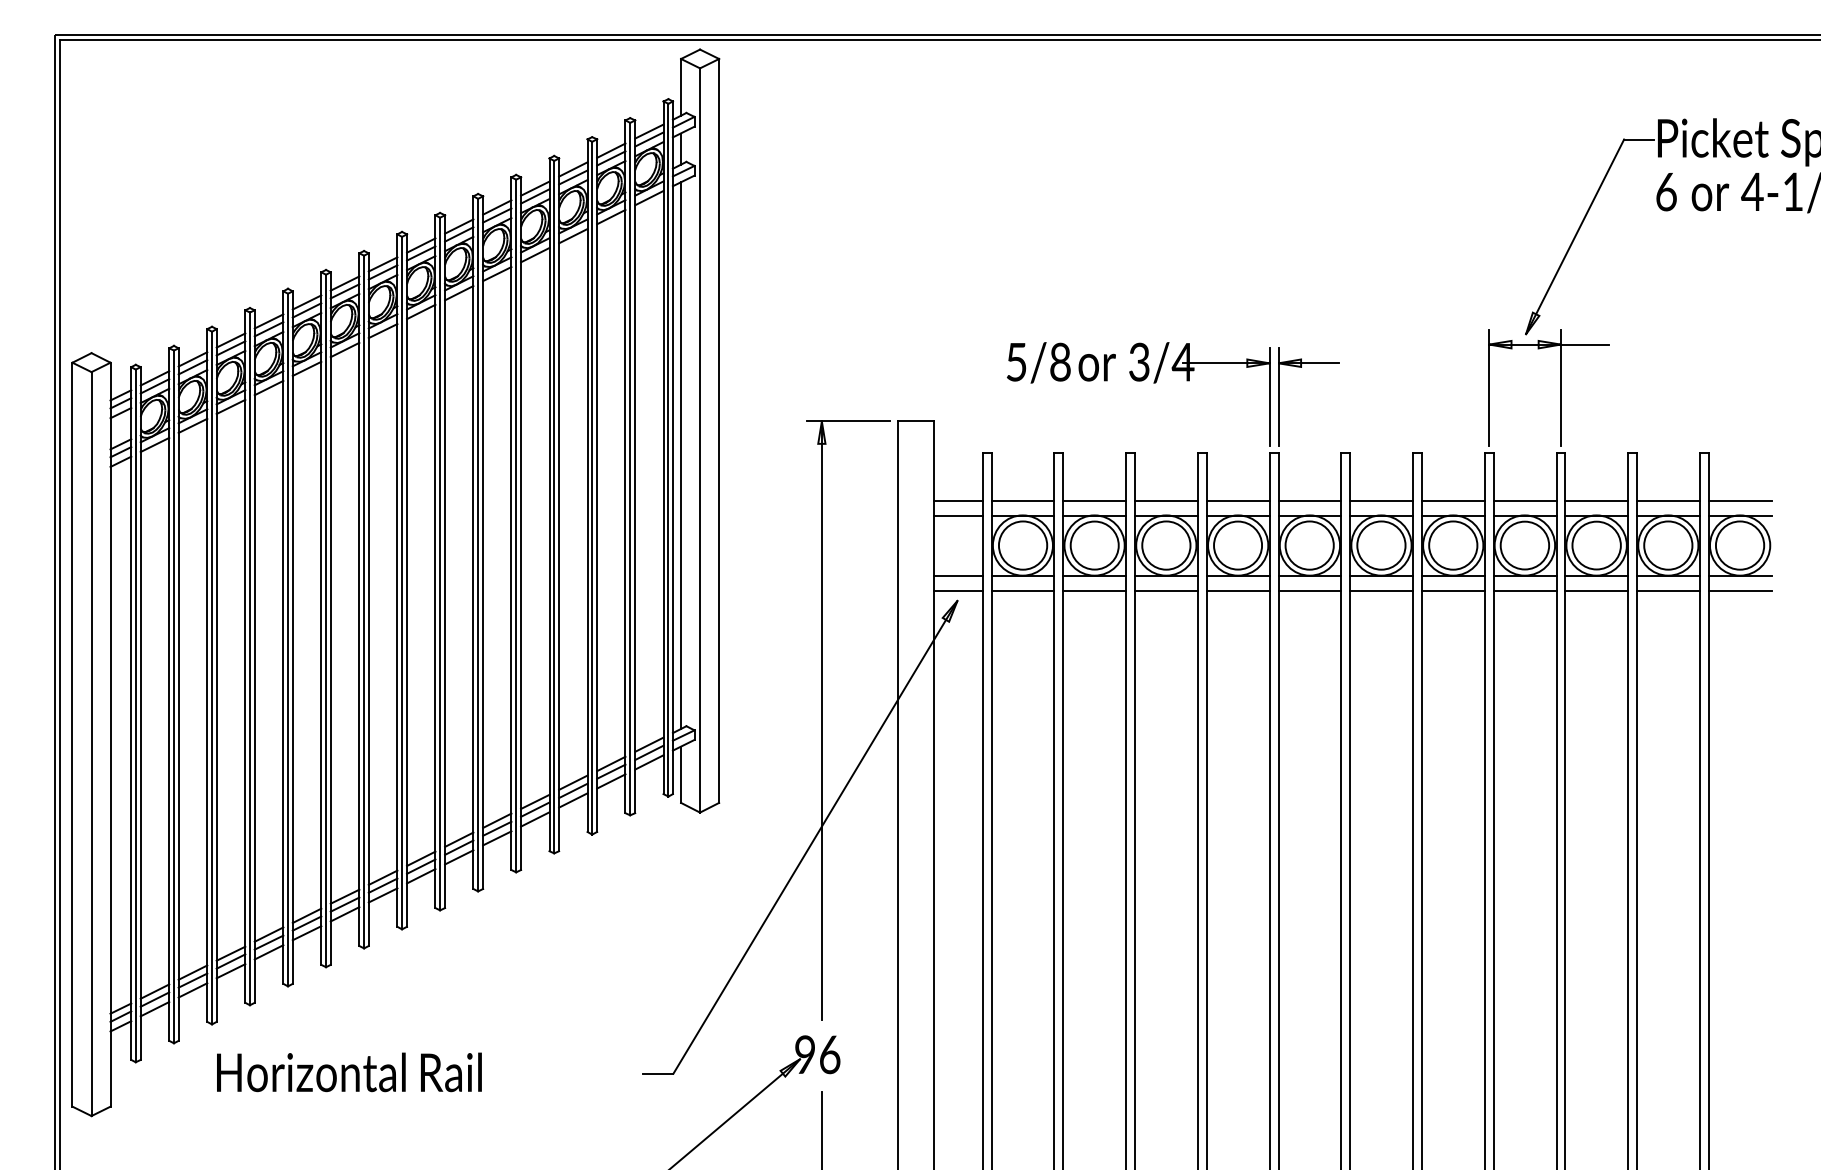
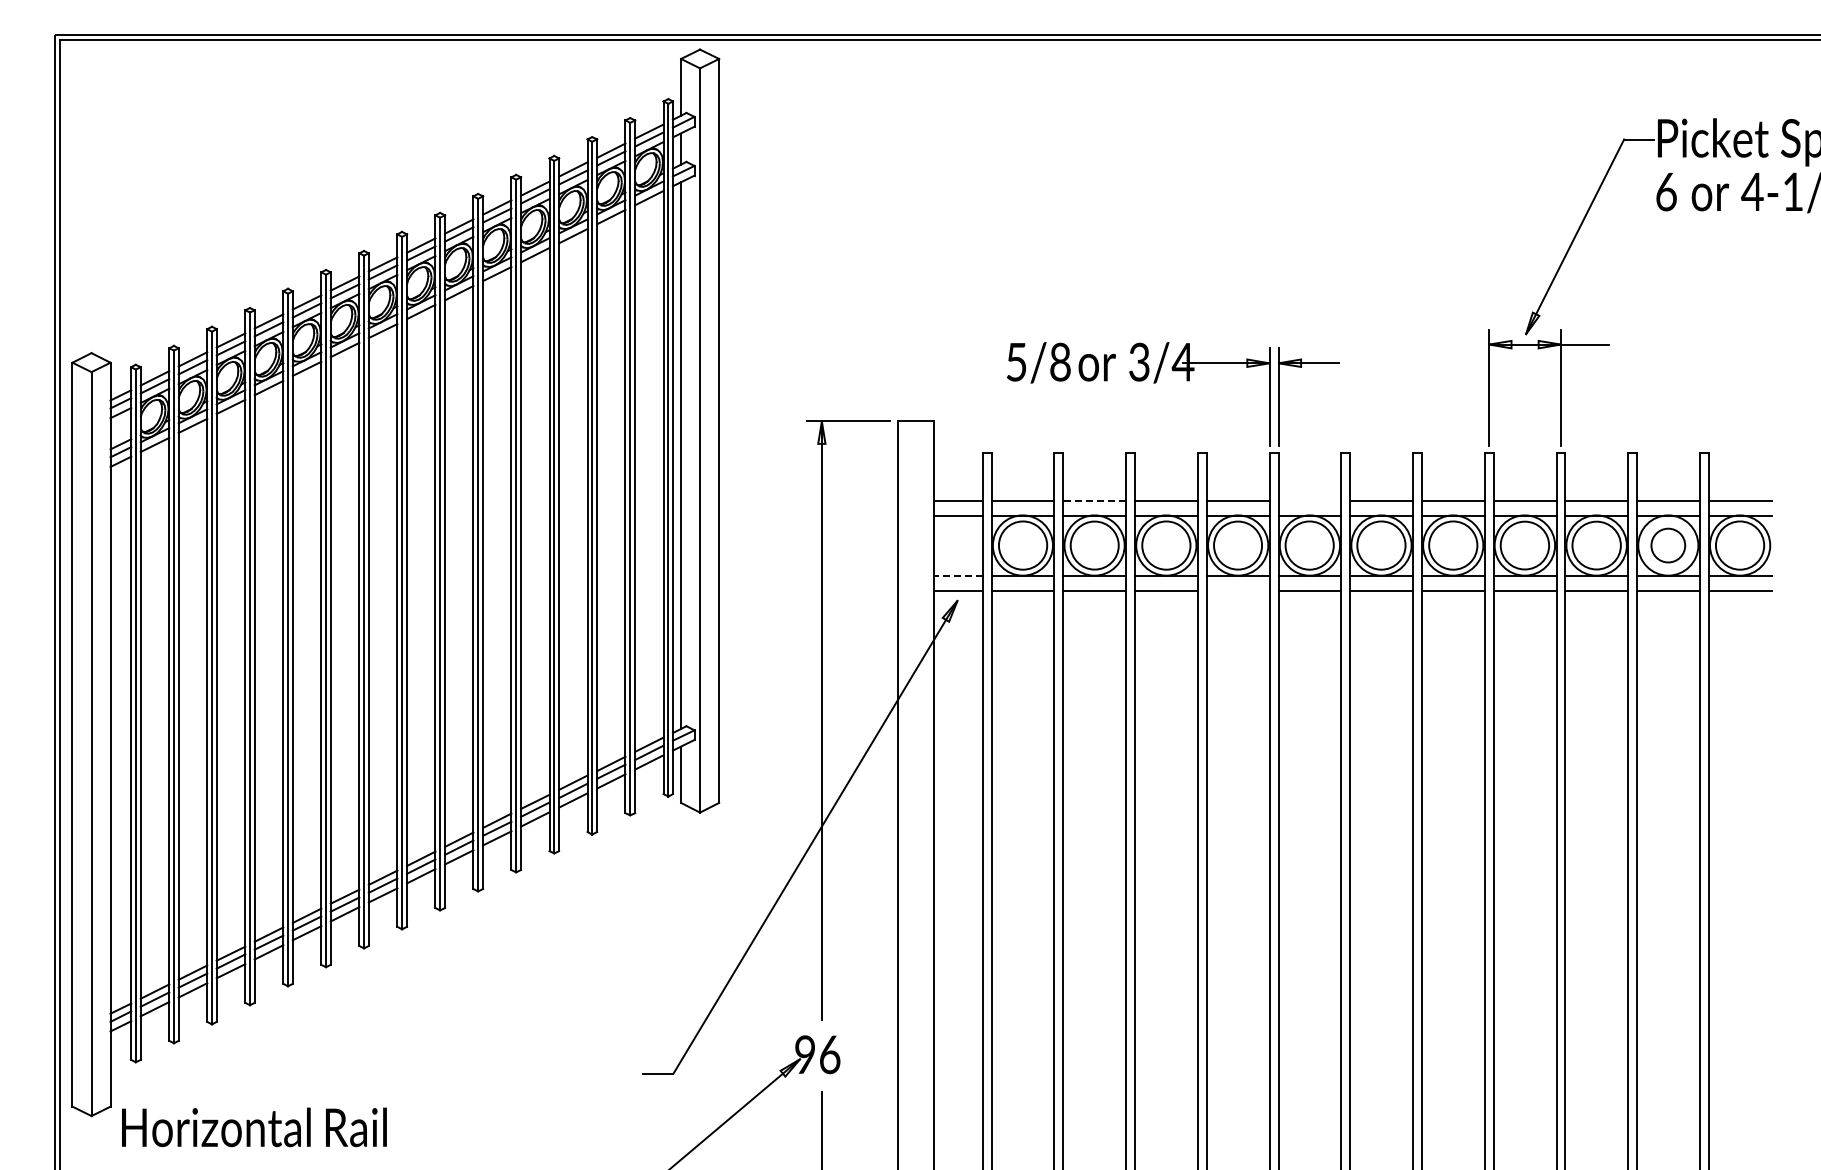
line at (1094, 500): solid -> dashed
line at (1309, 500): present -> none
circle at (1668, 545) diameter: 48 px -> 34 px
line at (958, 576): solid -> dashed
line at (1237, 590): present -> none
text at (349, 1072) position: (349, 1072) -> (254, 1127)
